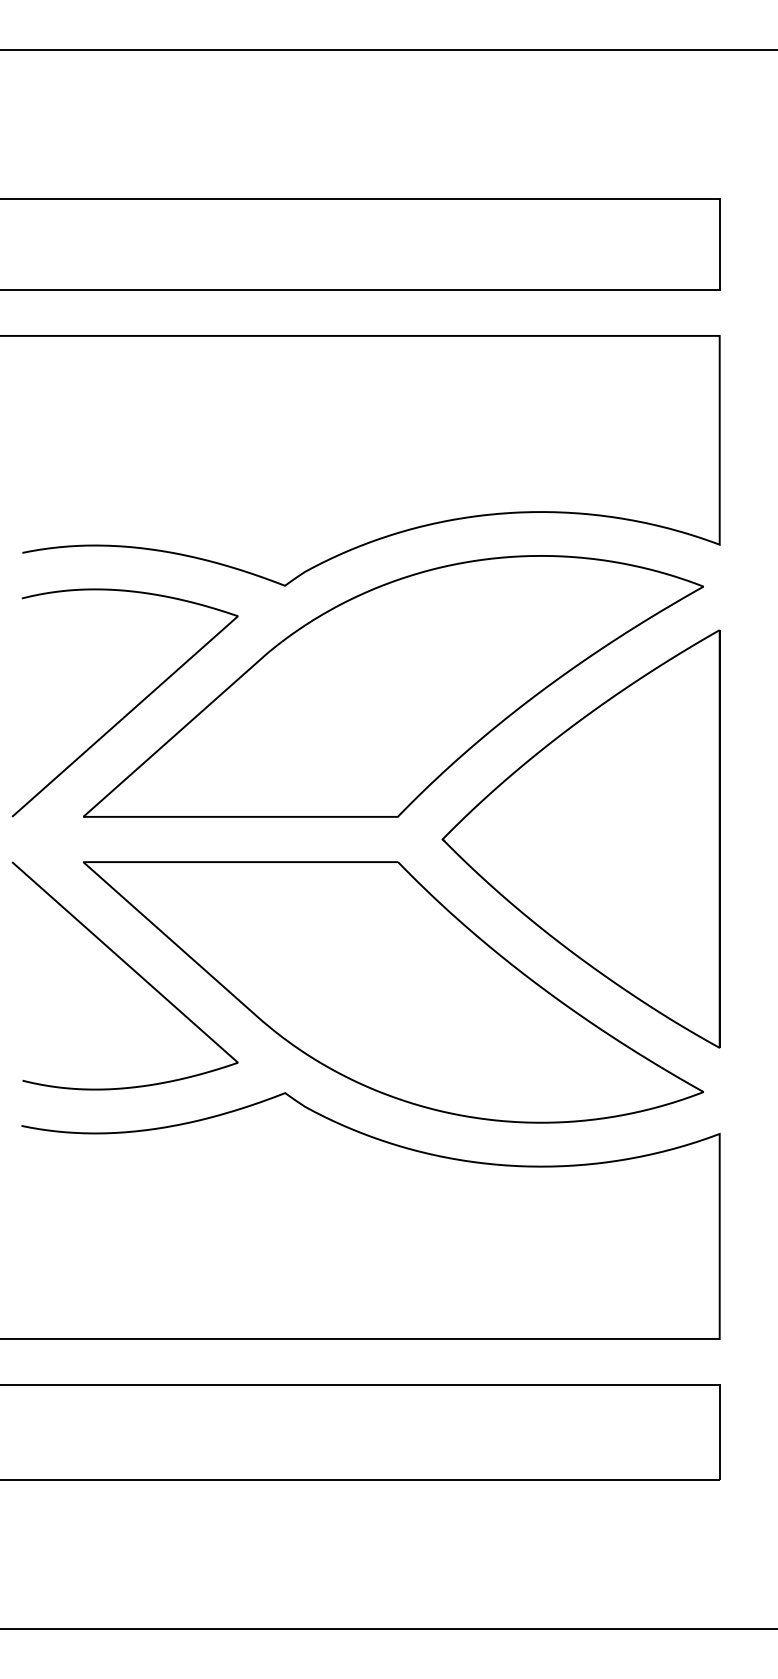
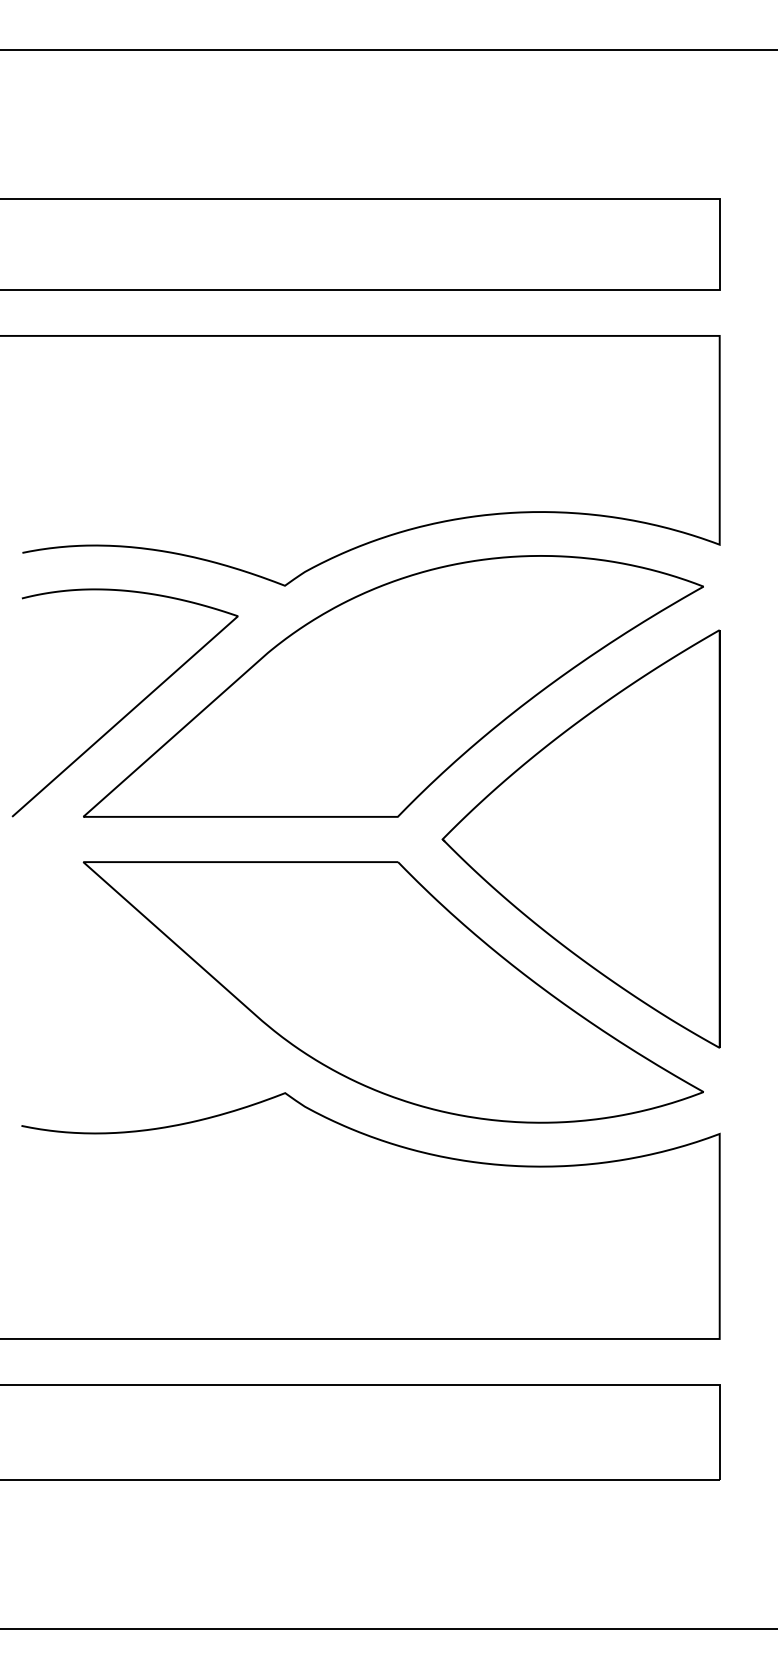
curve at (130, 968): present -> none
